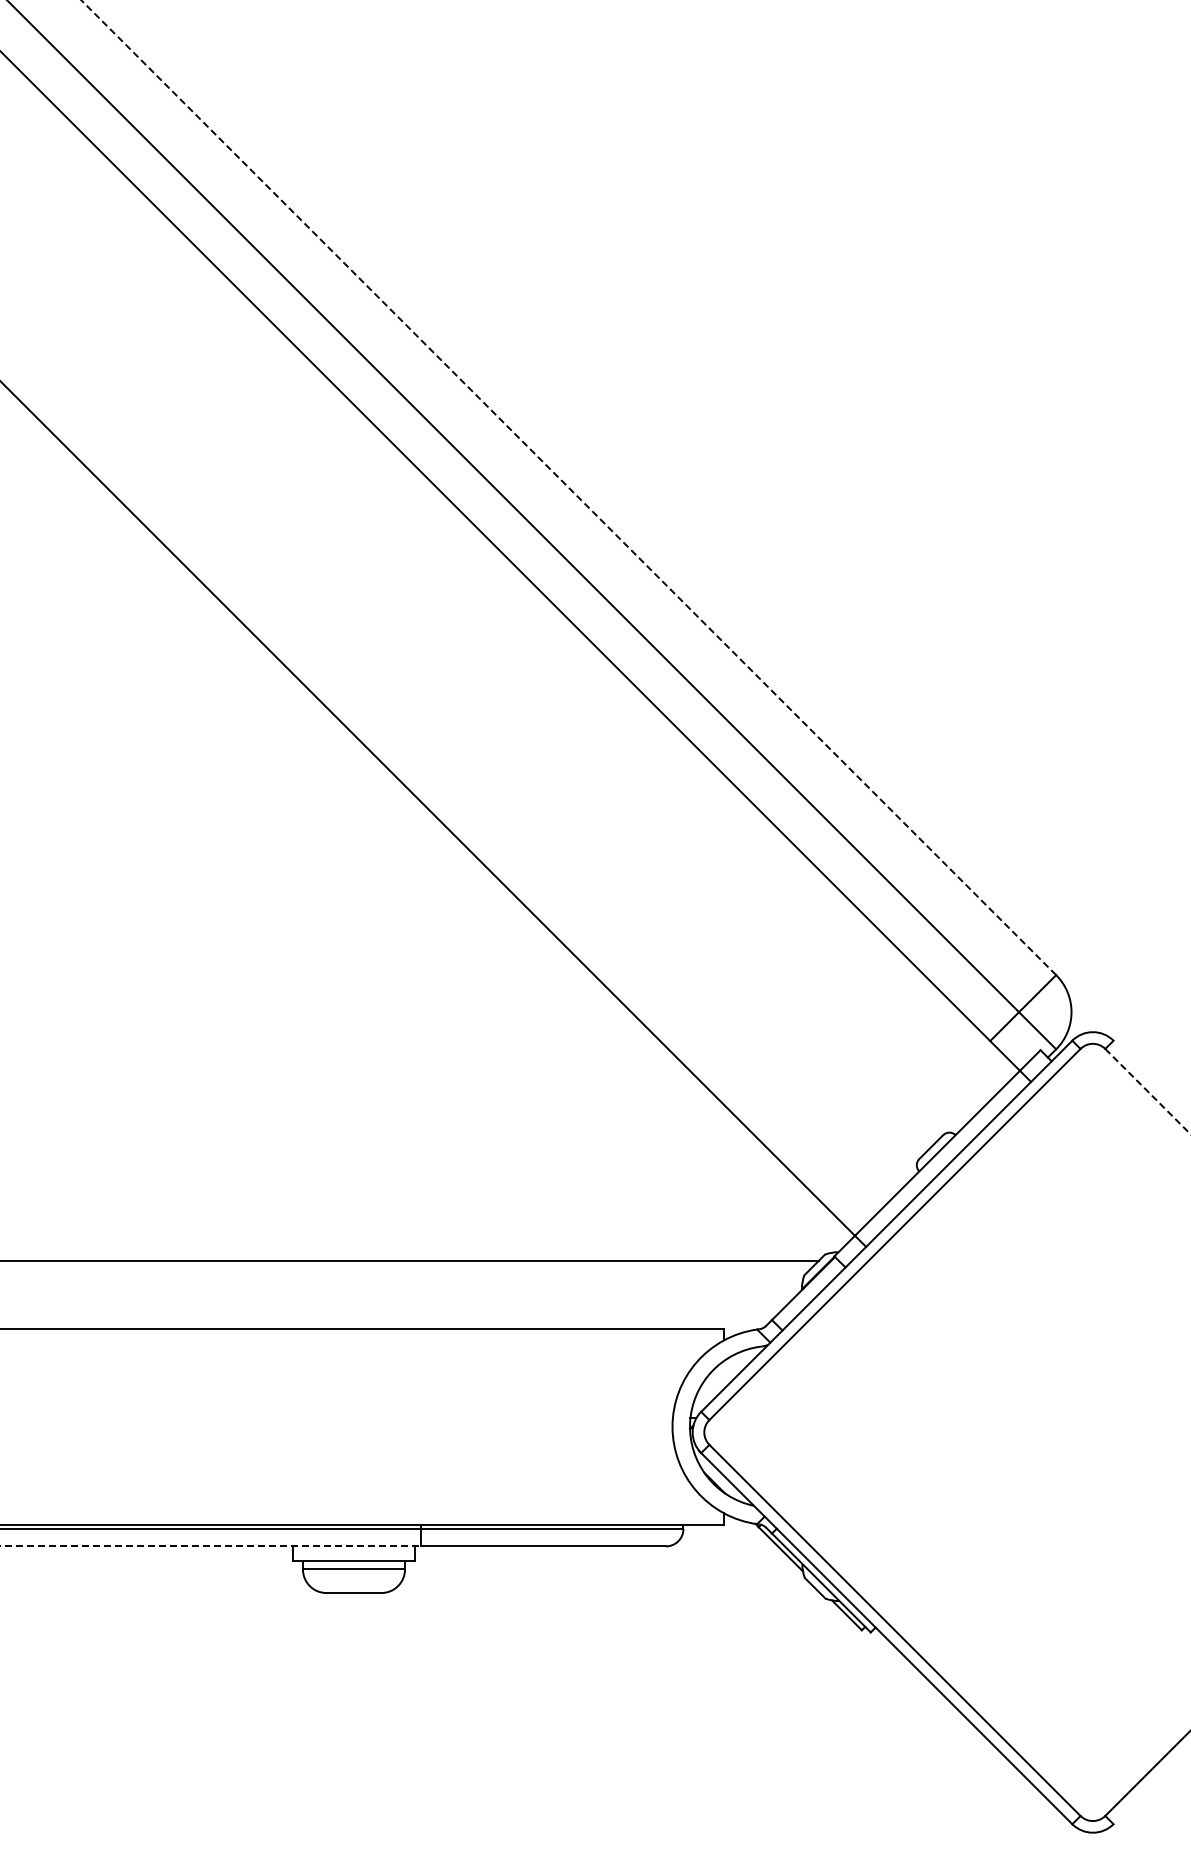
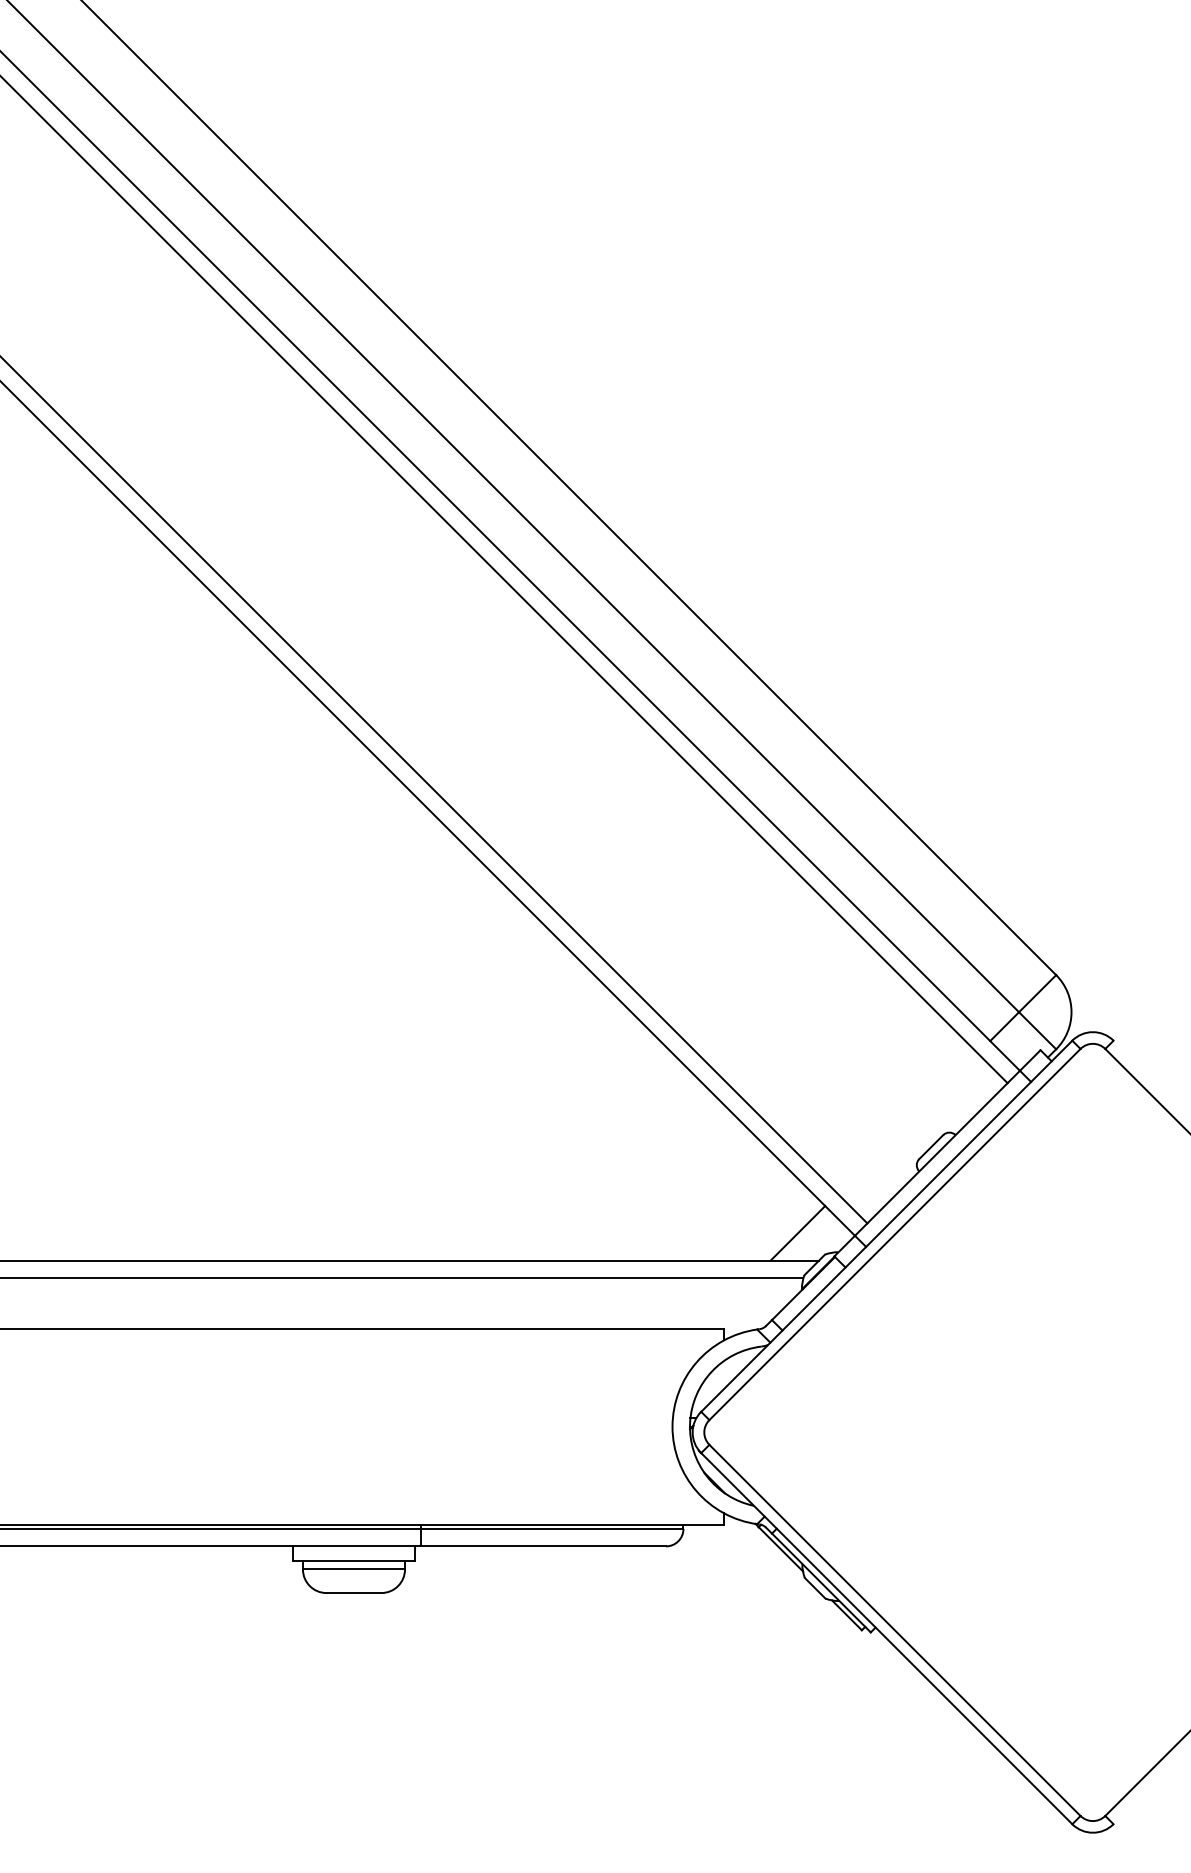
line at (568, 487): dashed -> solid
line at (504, 580): none -> present
line at (434, 790): none -> present
line at (1148, 1092): dashed -> solid
line at (797, 1233): none -> present
line at (402, 1278): none -> present
line at (211, 1546): dashed -> solid
